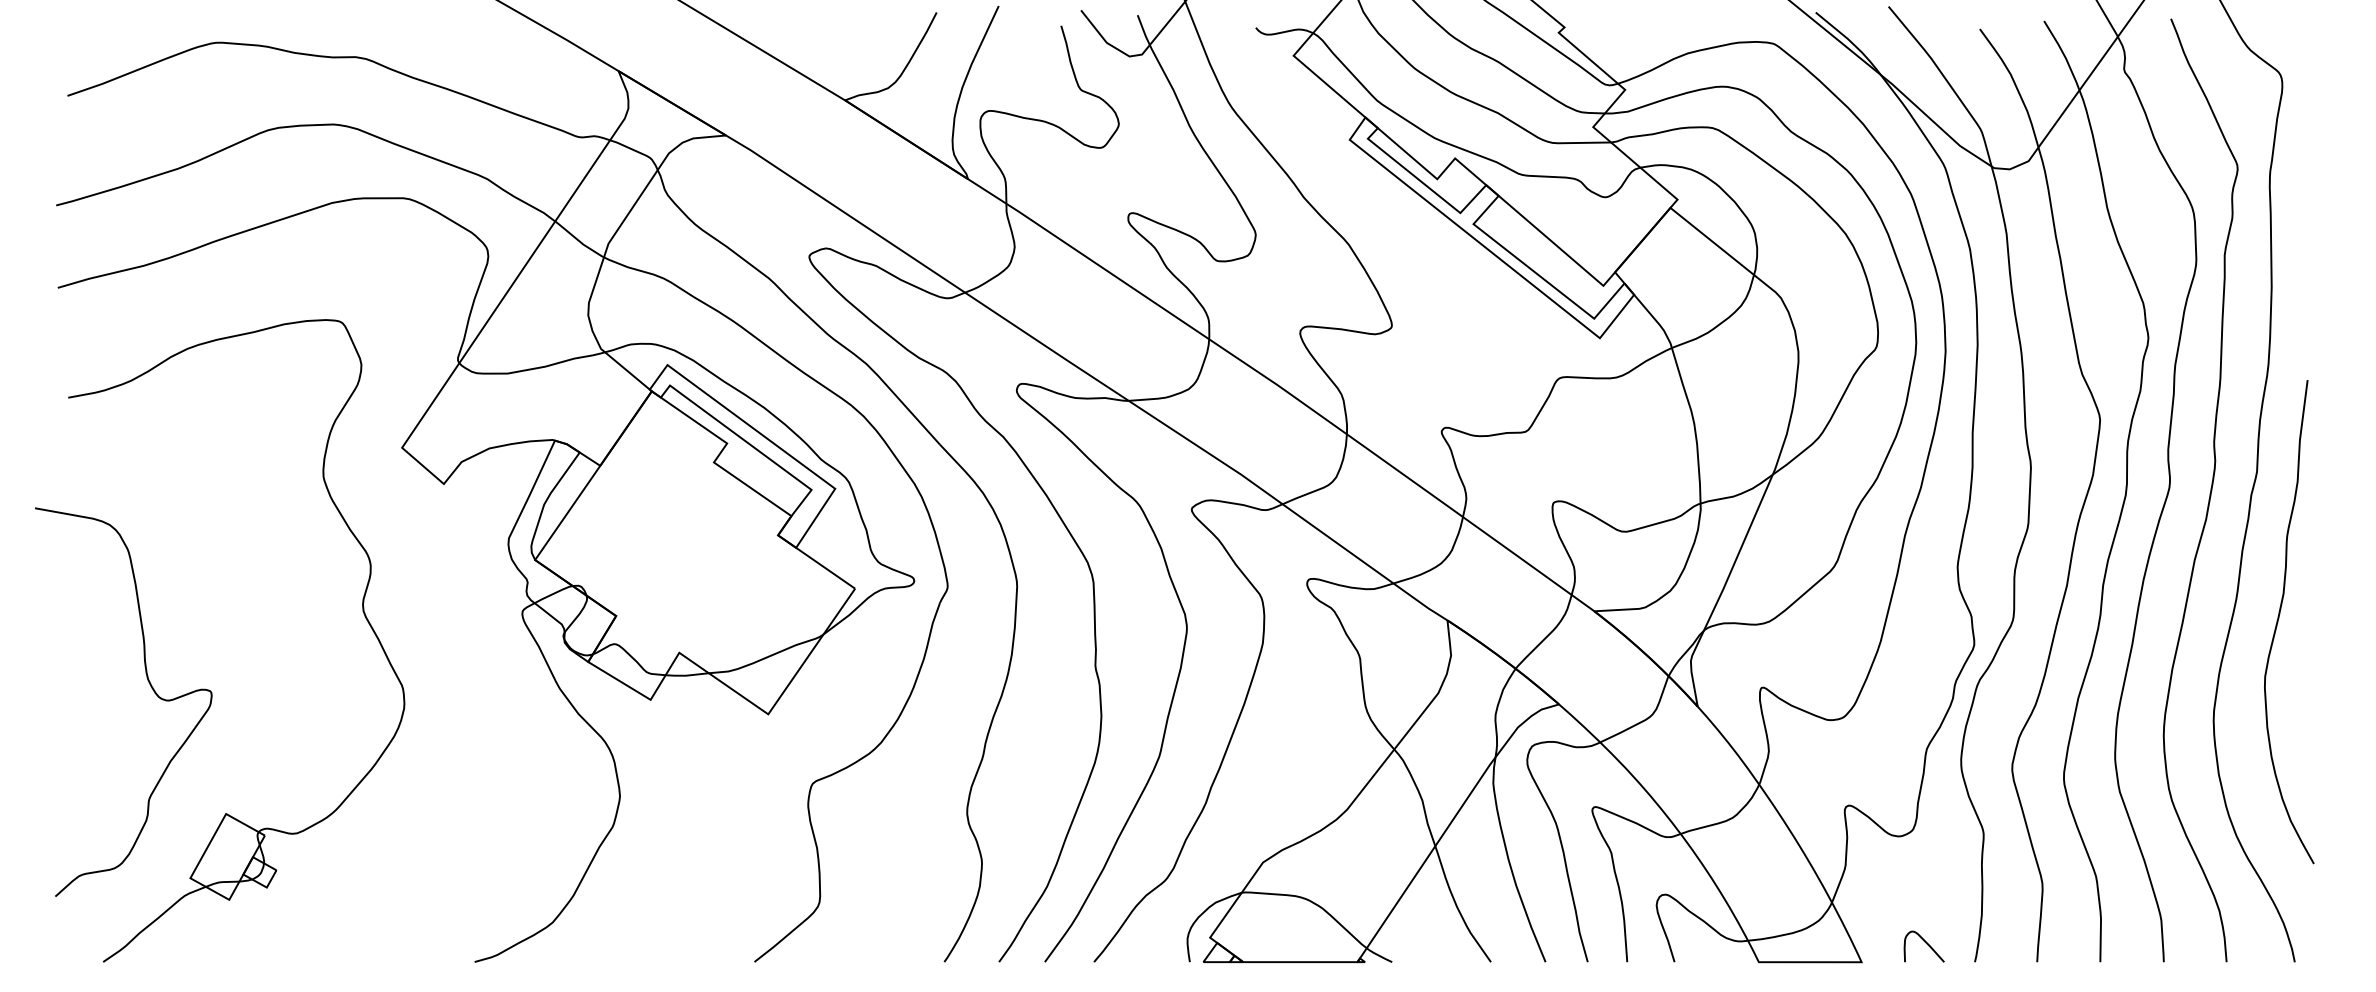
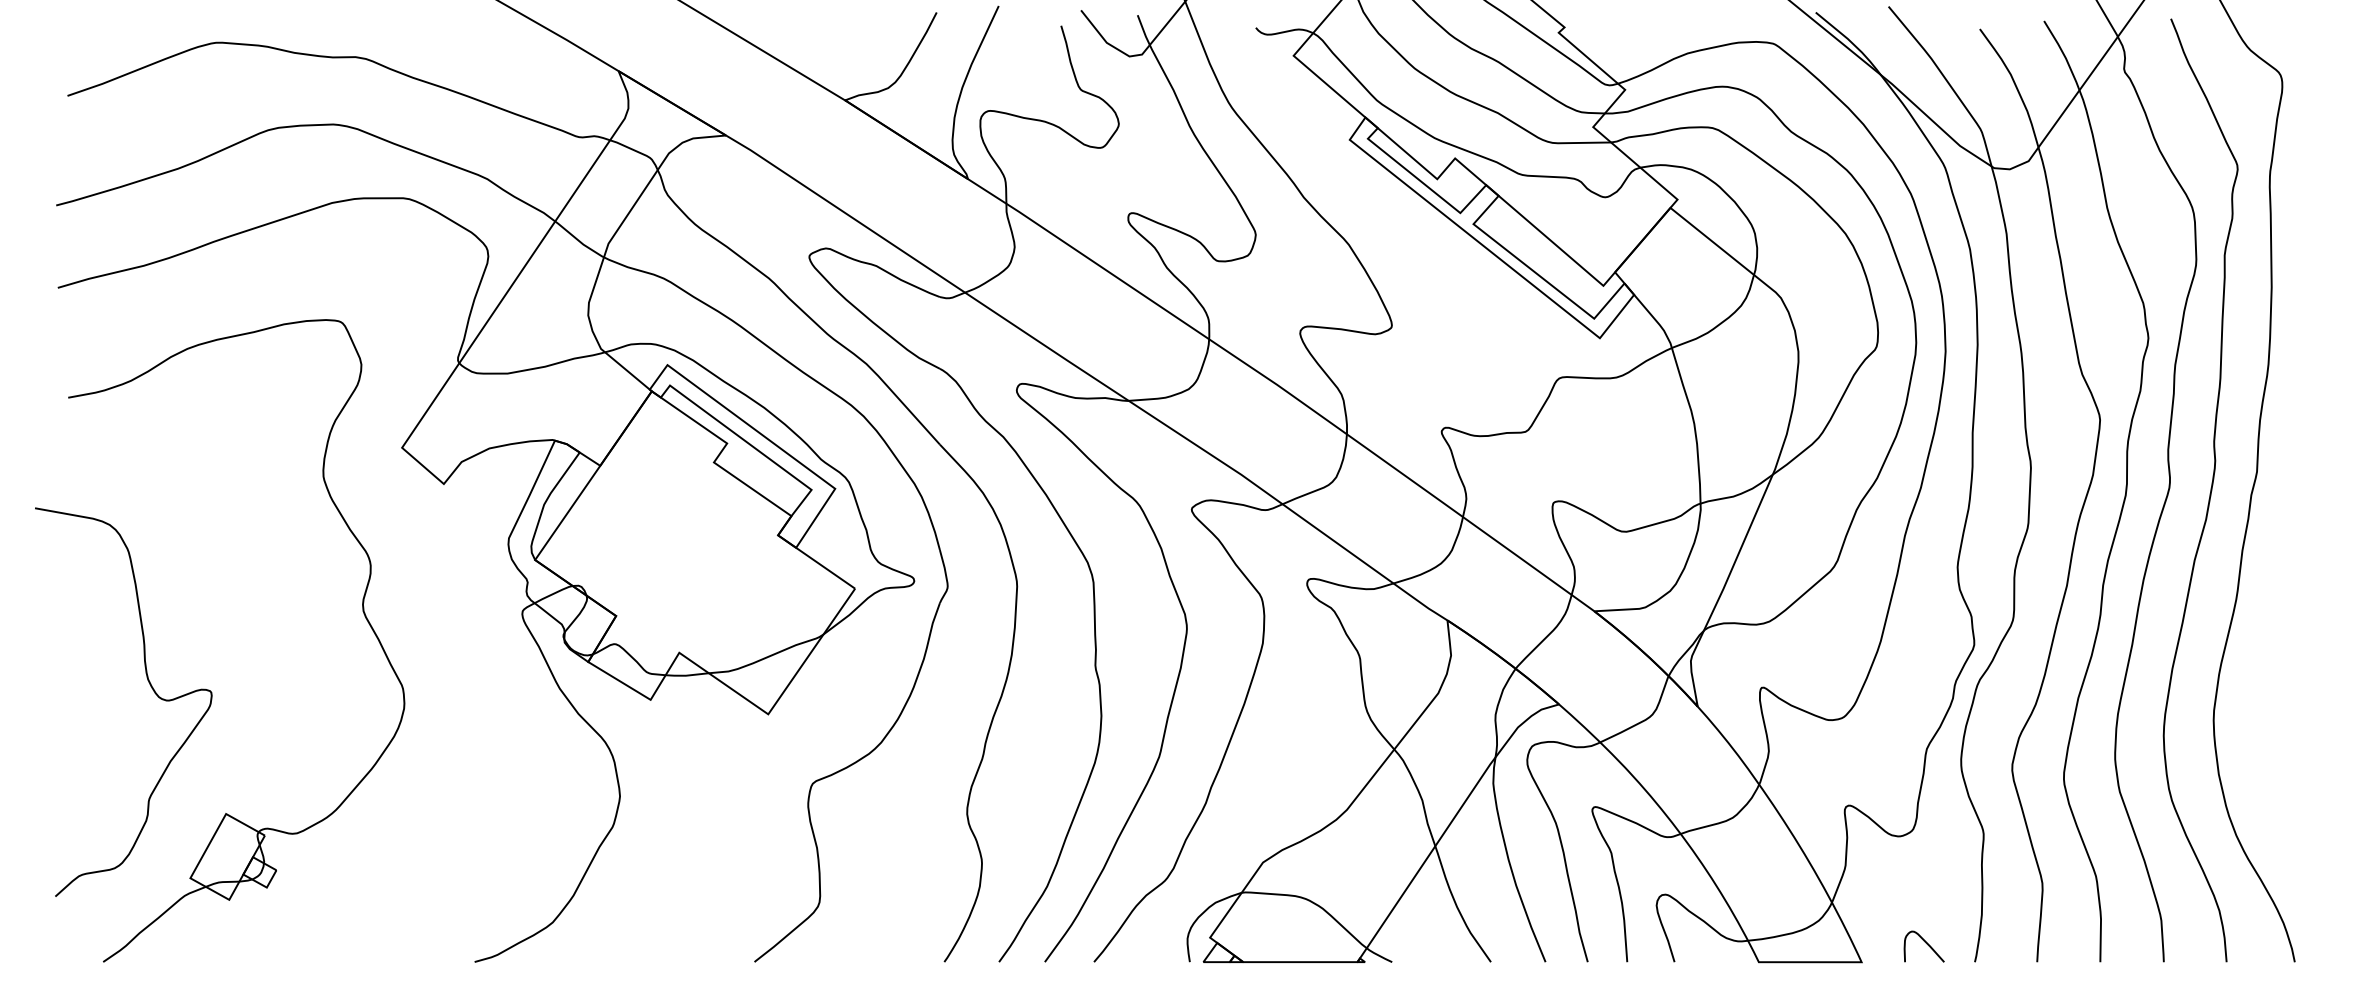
curve at (2279, 618): present -> none
